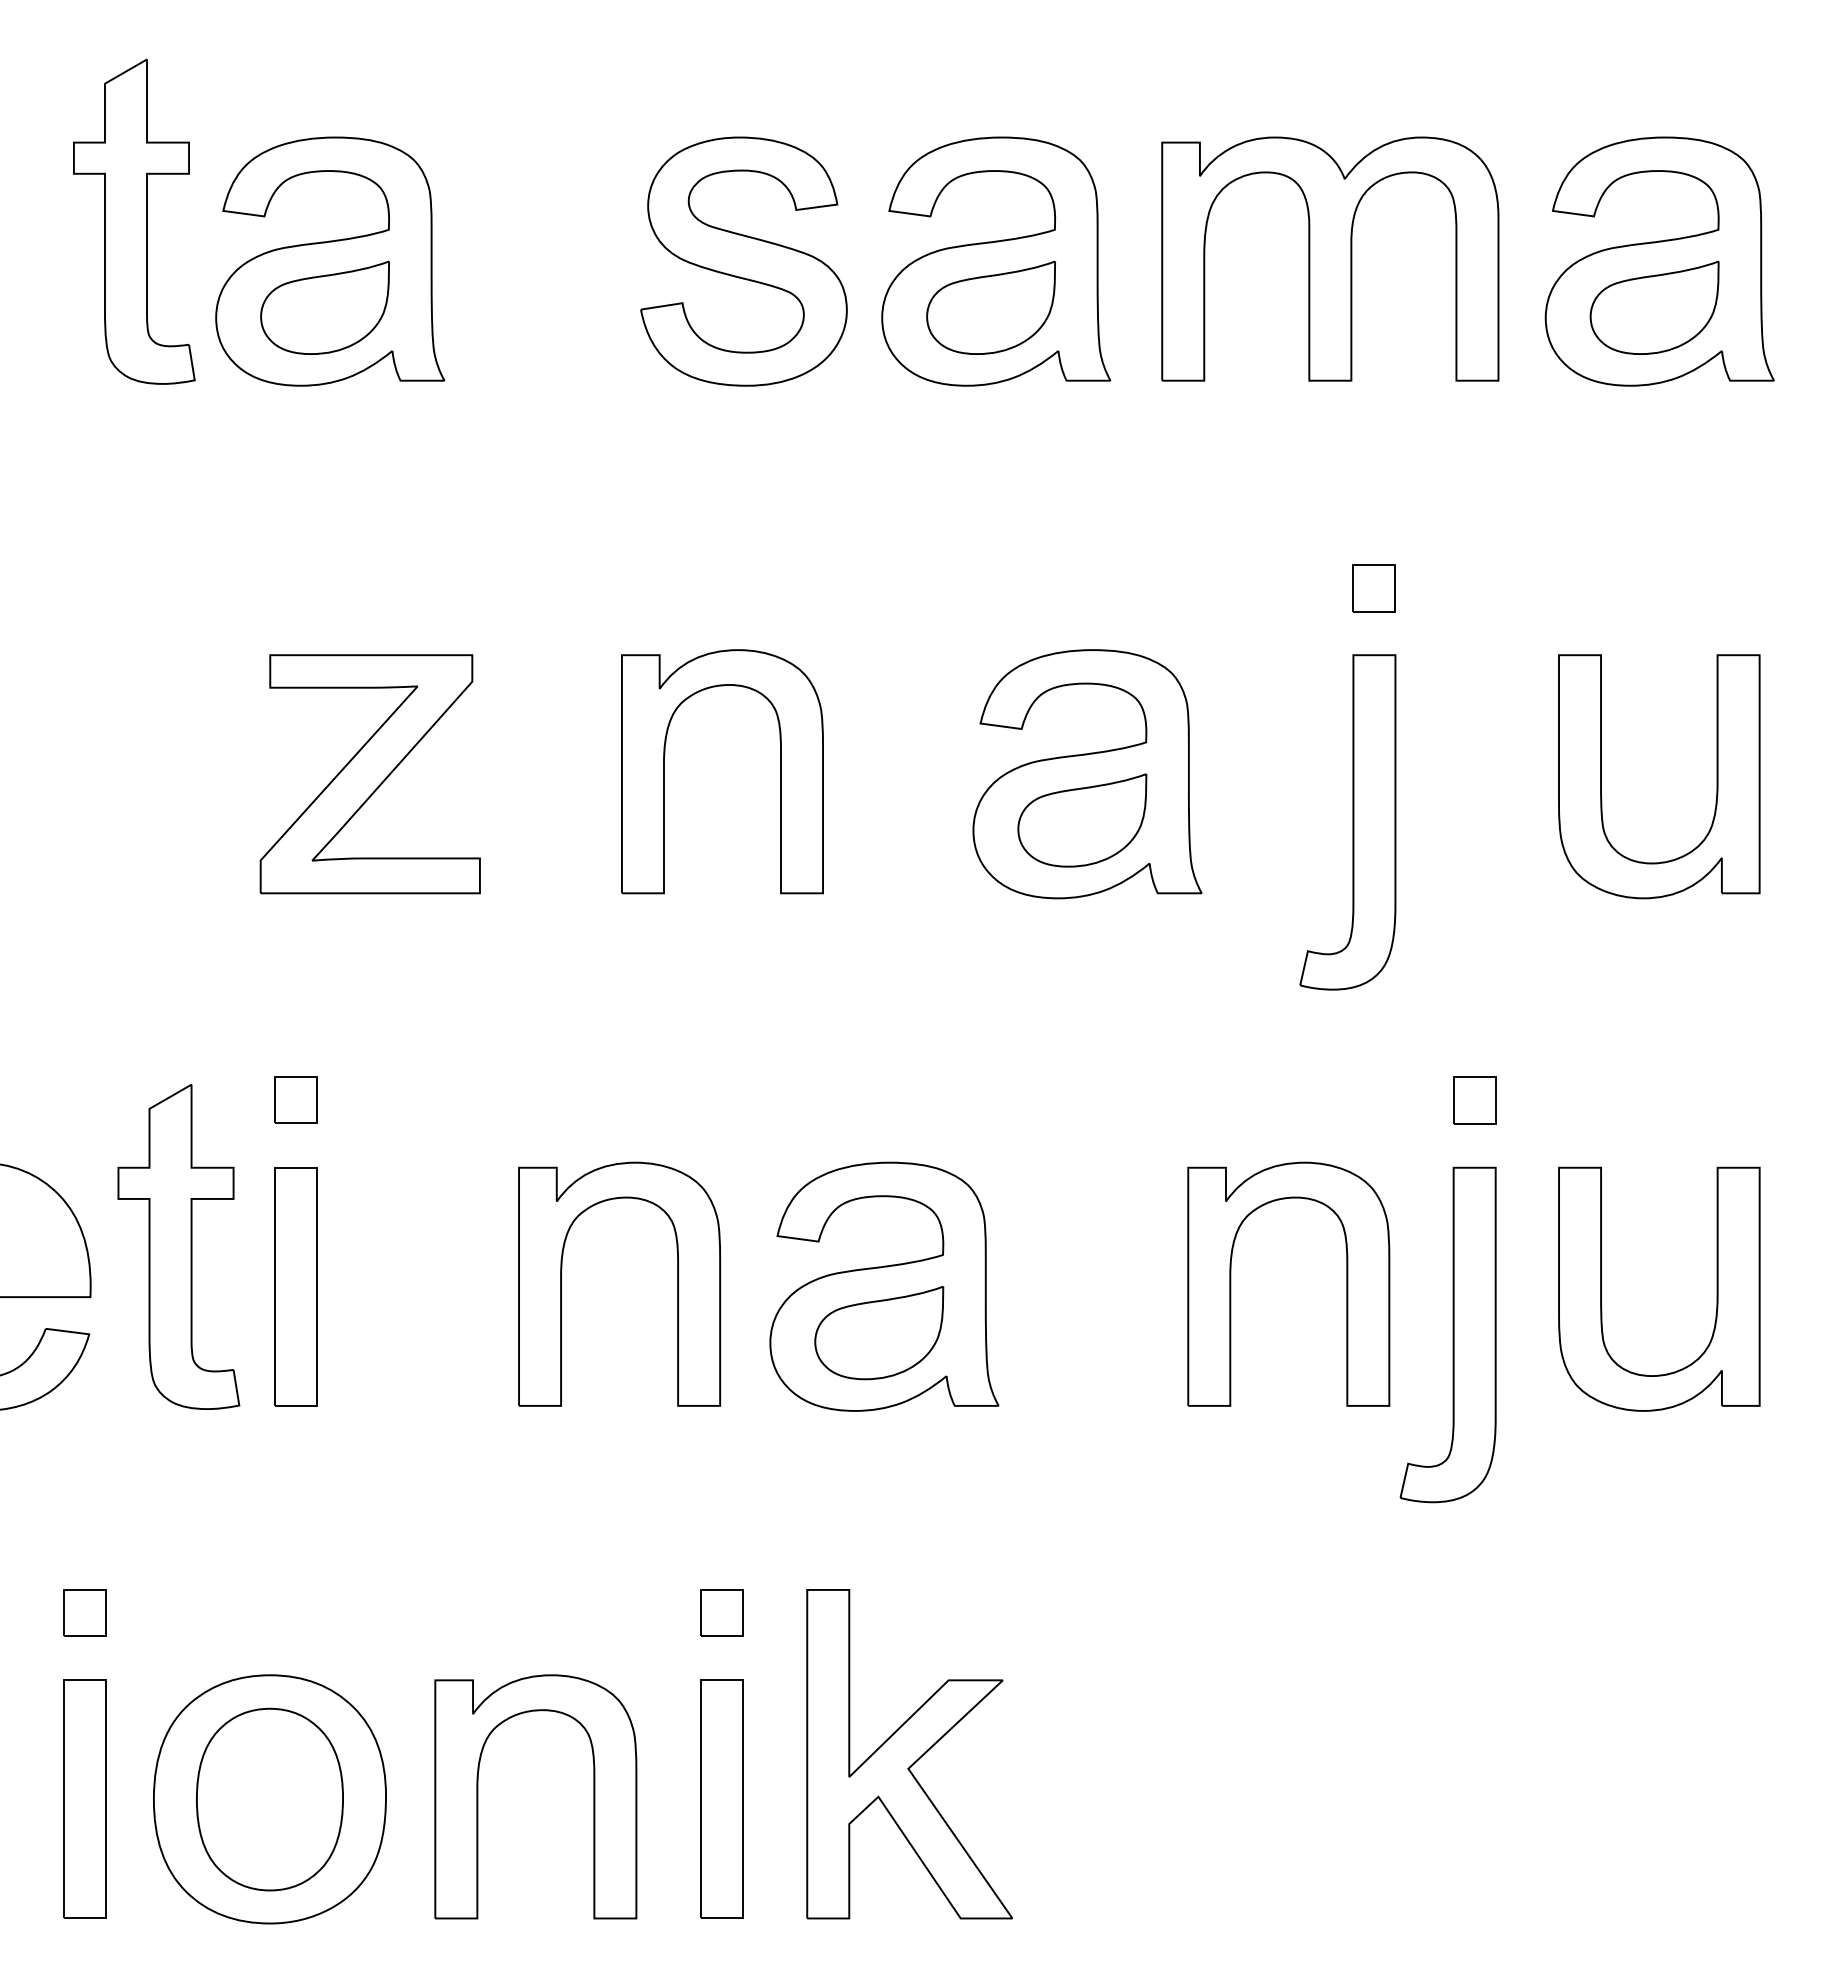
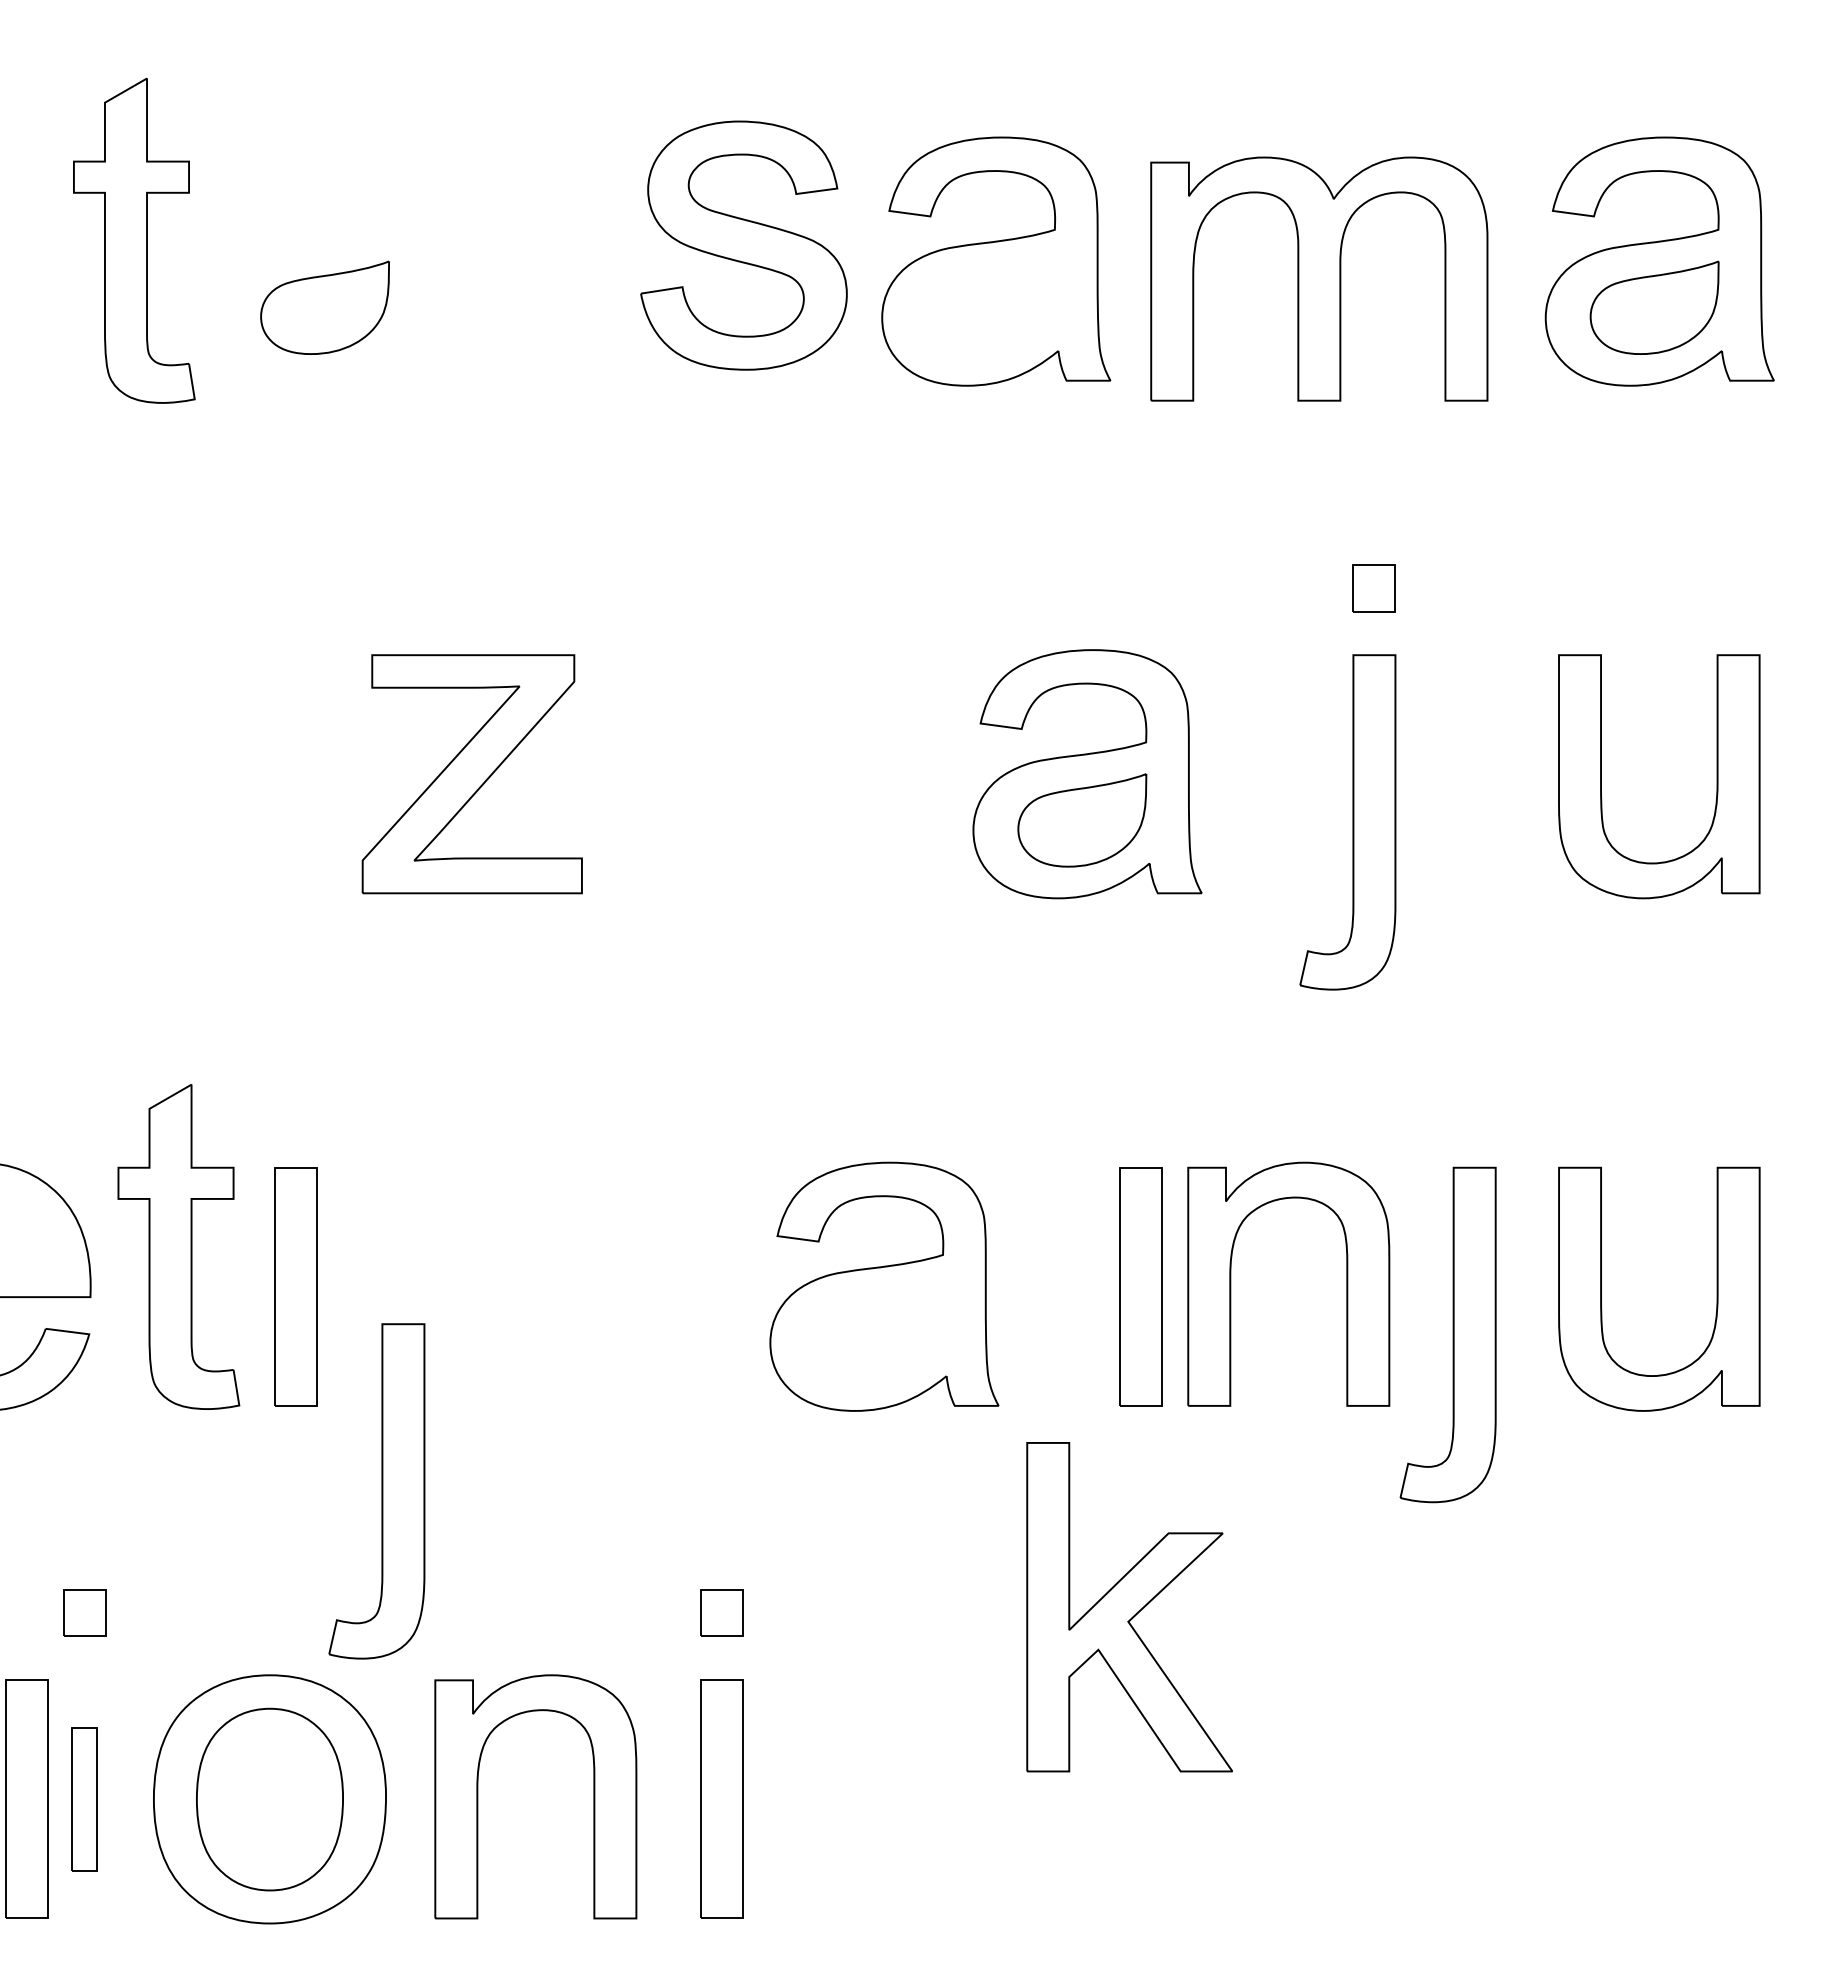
part at (134, 221) position: (134, 221) -> (134, 240)
part at (1330, 258) position: (1330, 258) -> (1319, 278)
part at (330, 261): present -> none
part at (743, 261) position: (743, 261) -> (743, 245)
part at (990, 307): present -> none
part at (664, 771): present -> none
part at (369, 774) position: (369, 774) -> (471, 774)
part at (295, 1099): present -> none
part at (1474, 1100): present -> none
part at (561, 1283): present -> none
part at (1140, 1286): none -> present
part at (879, 1332): present -> none
part at (376, 1491): none -> present
part at (909, 1754) position: (909, 1754) -> (1129, 1607)
part at (26, 1798): none -> present
part at (84, 1798) size: 44x240 px -> 27x145 px
